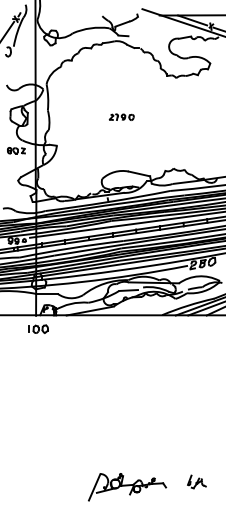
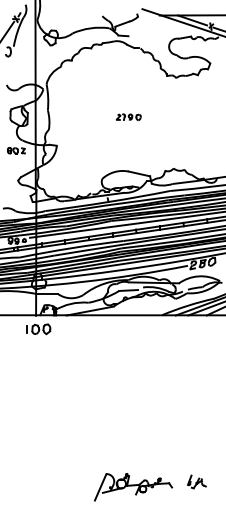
part at (121, 116) position: (121, 116) -> (128, 116)
part at (38, 328) size: 21x10 px -> 26x13 px
part at (127, 487) position: (127, 487) -> (133, 487)
